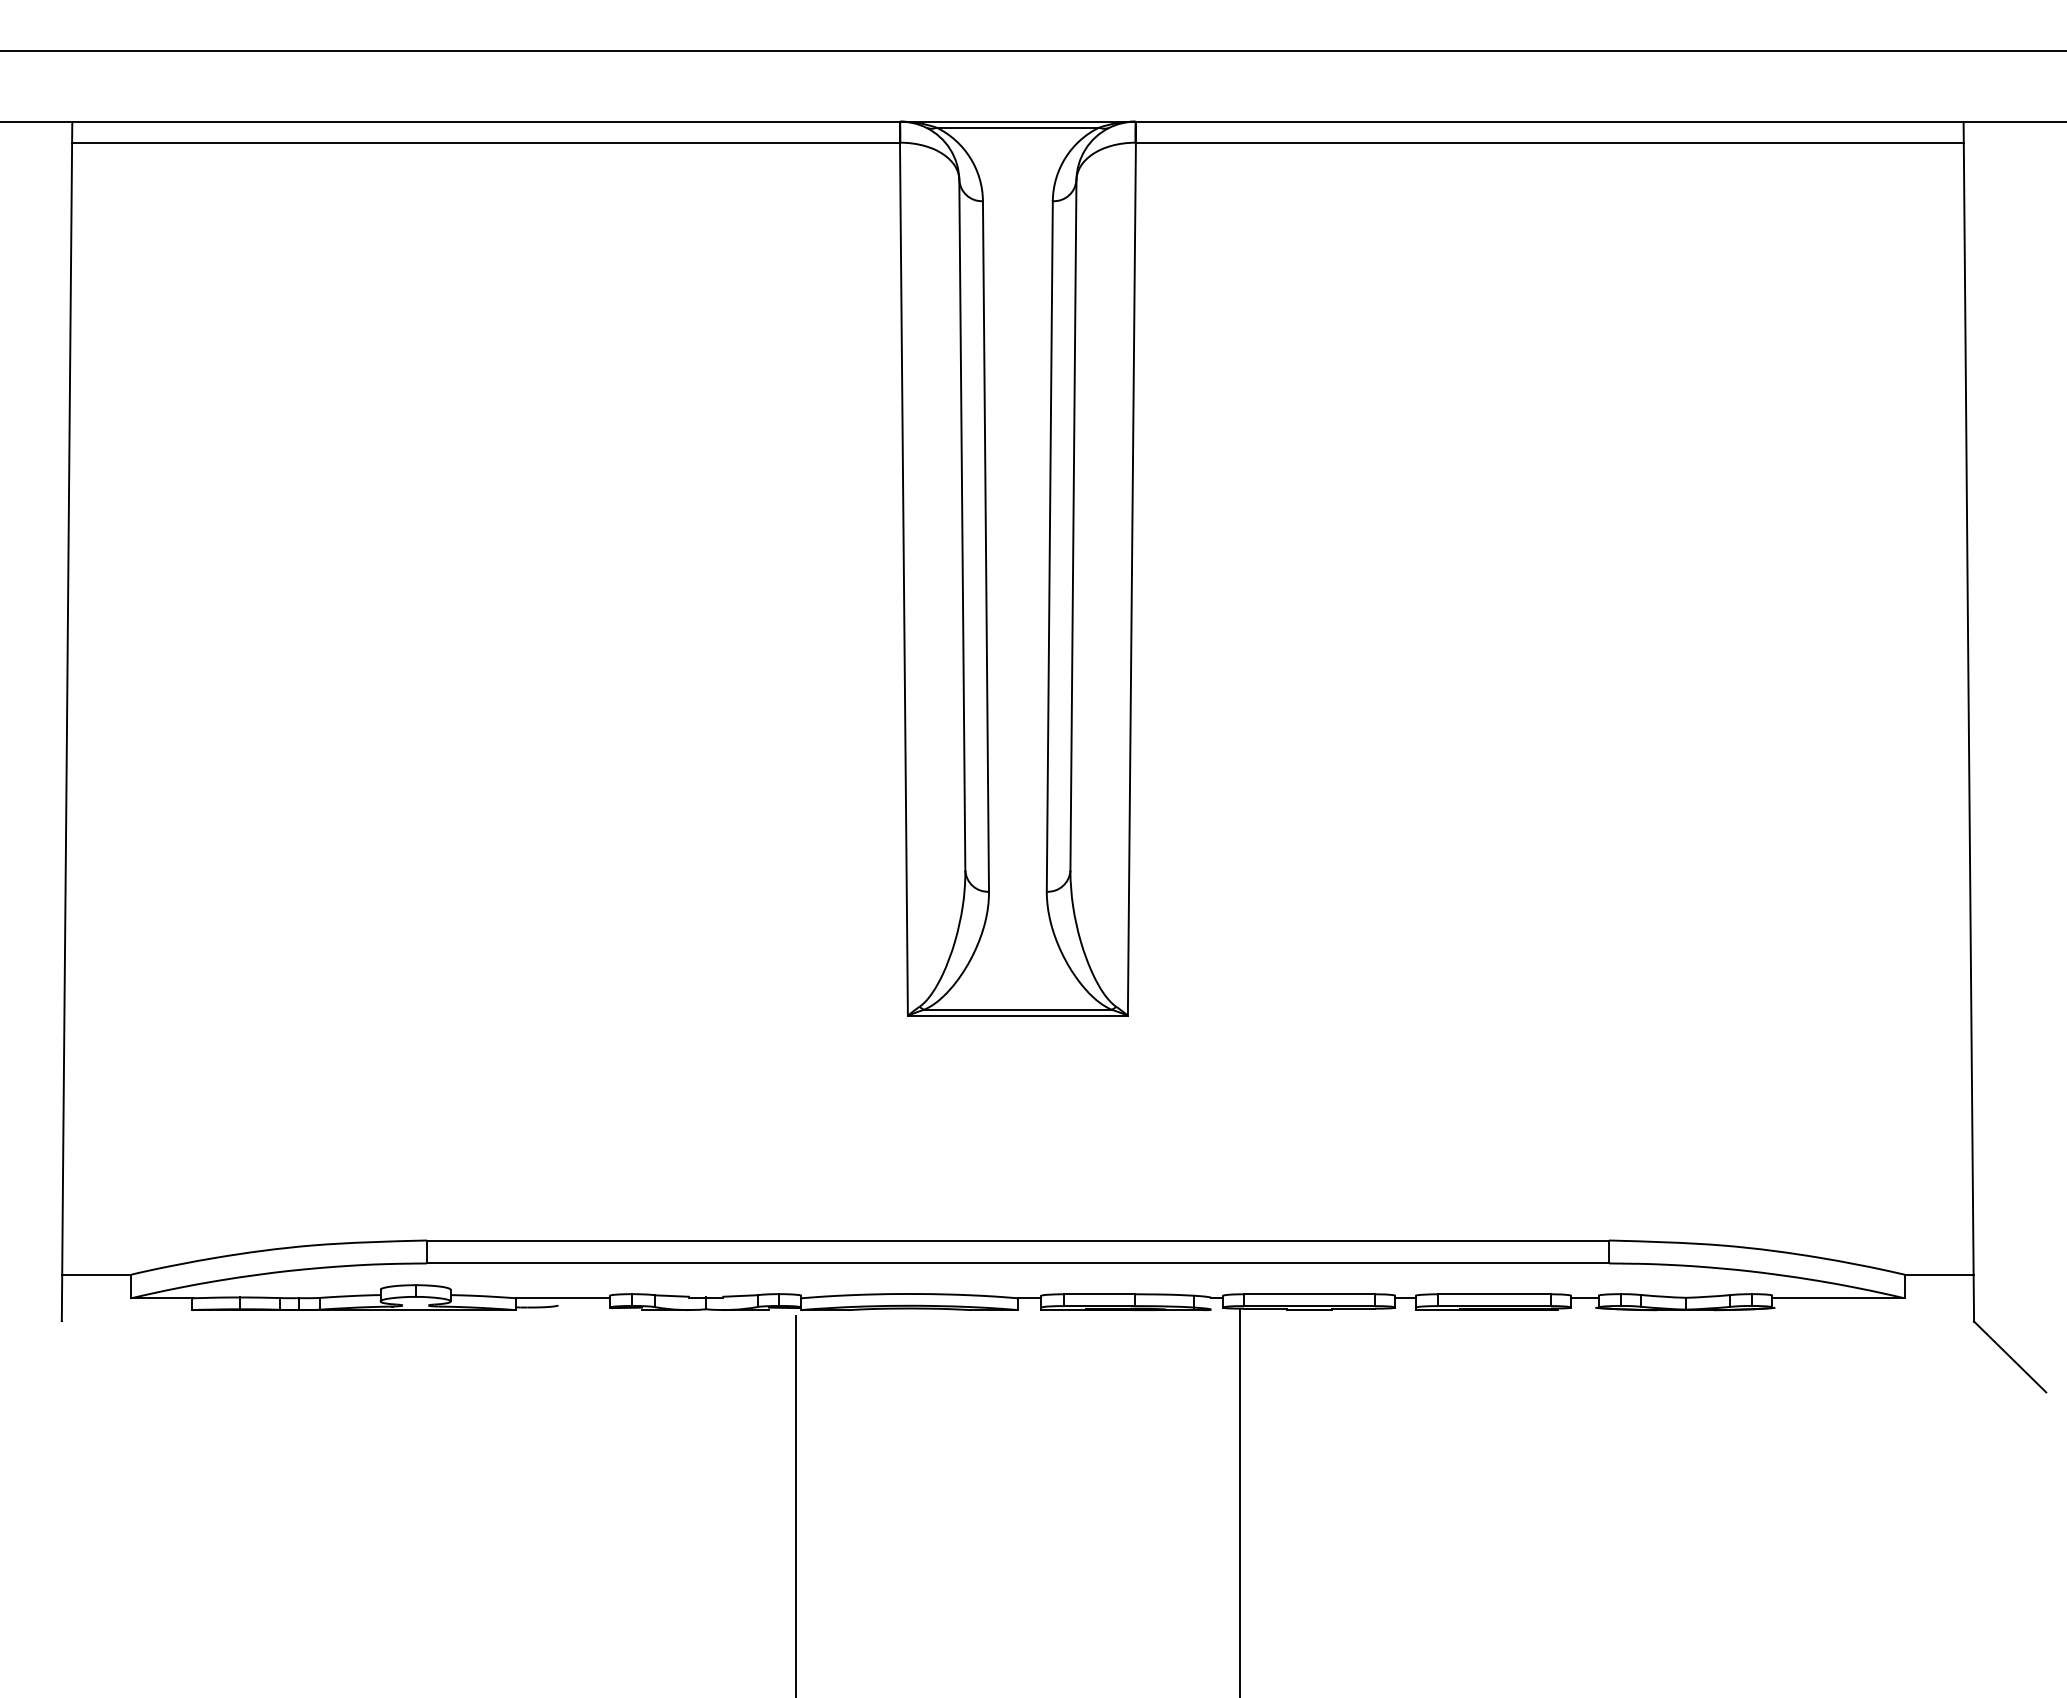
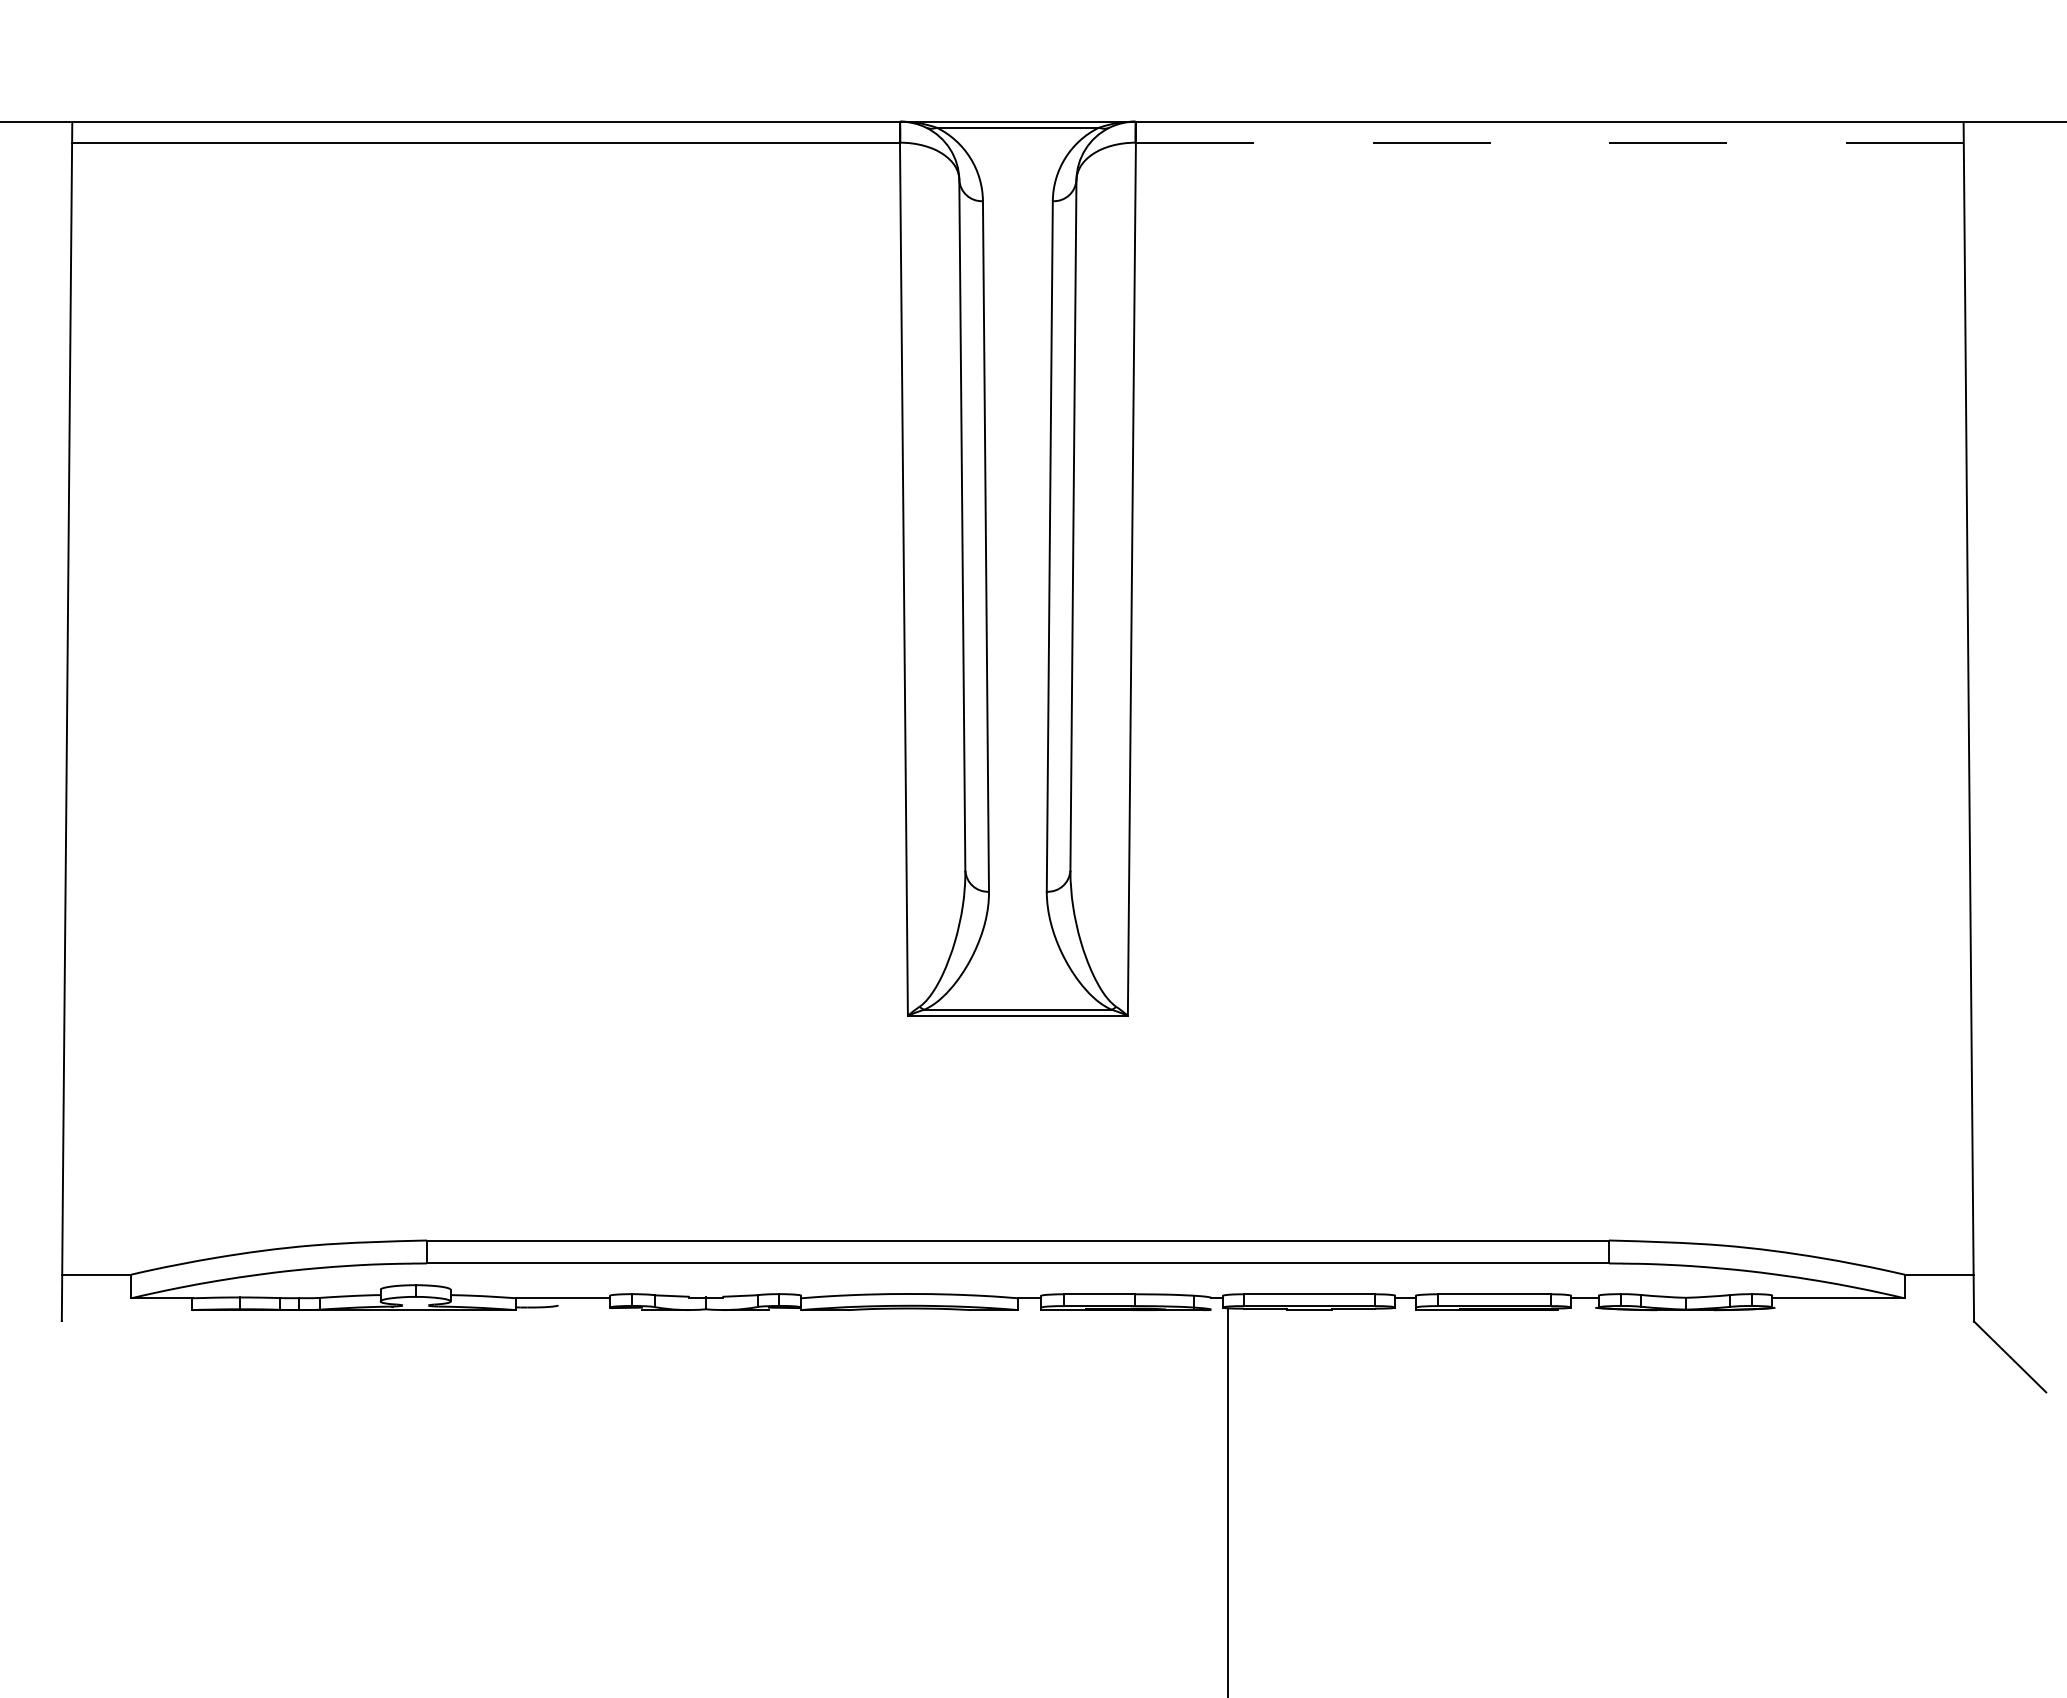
line at (1032, 50): present -> none
line at (1549, 142): solid -> dashed
line at (1239, 1501) position: (1239, 1501) -> (1227, 1501)
line at (796, 1505): present -> none
